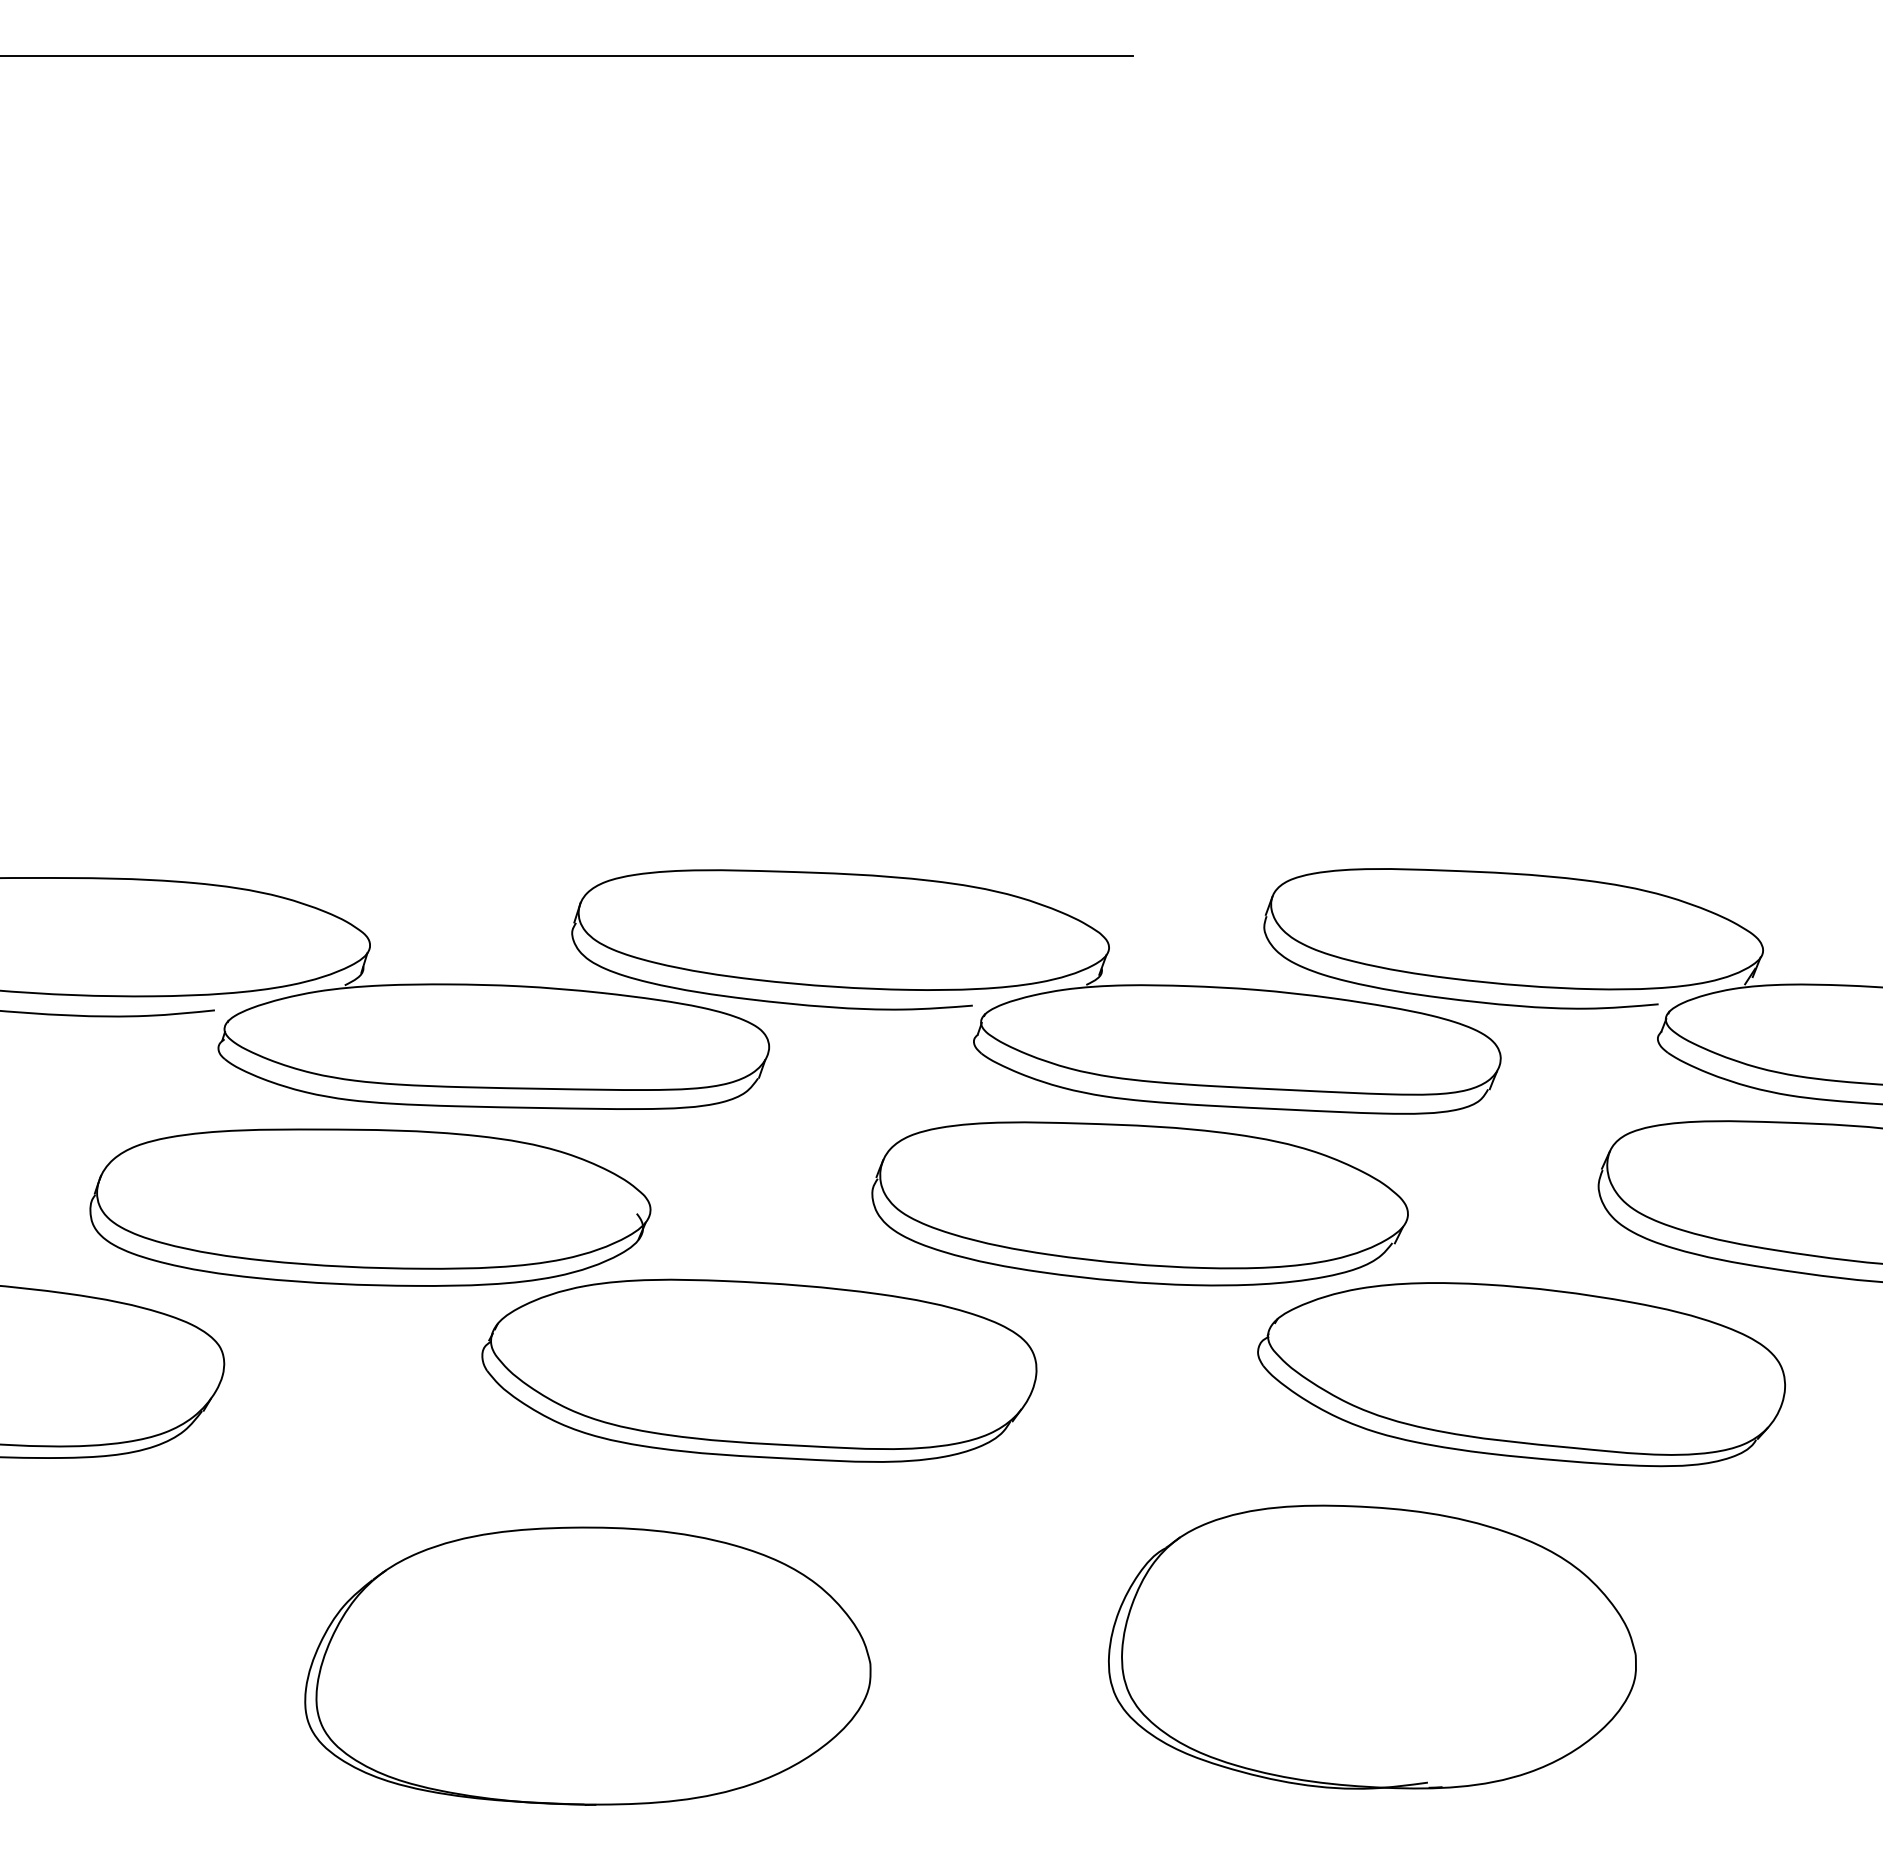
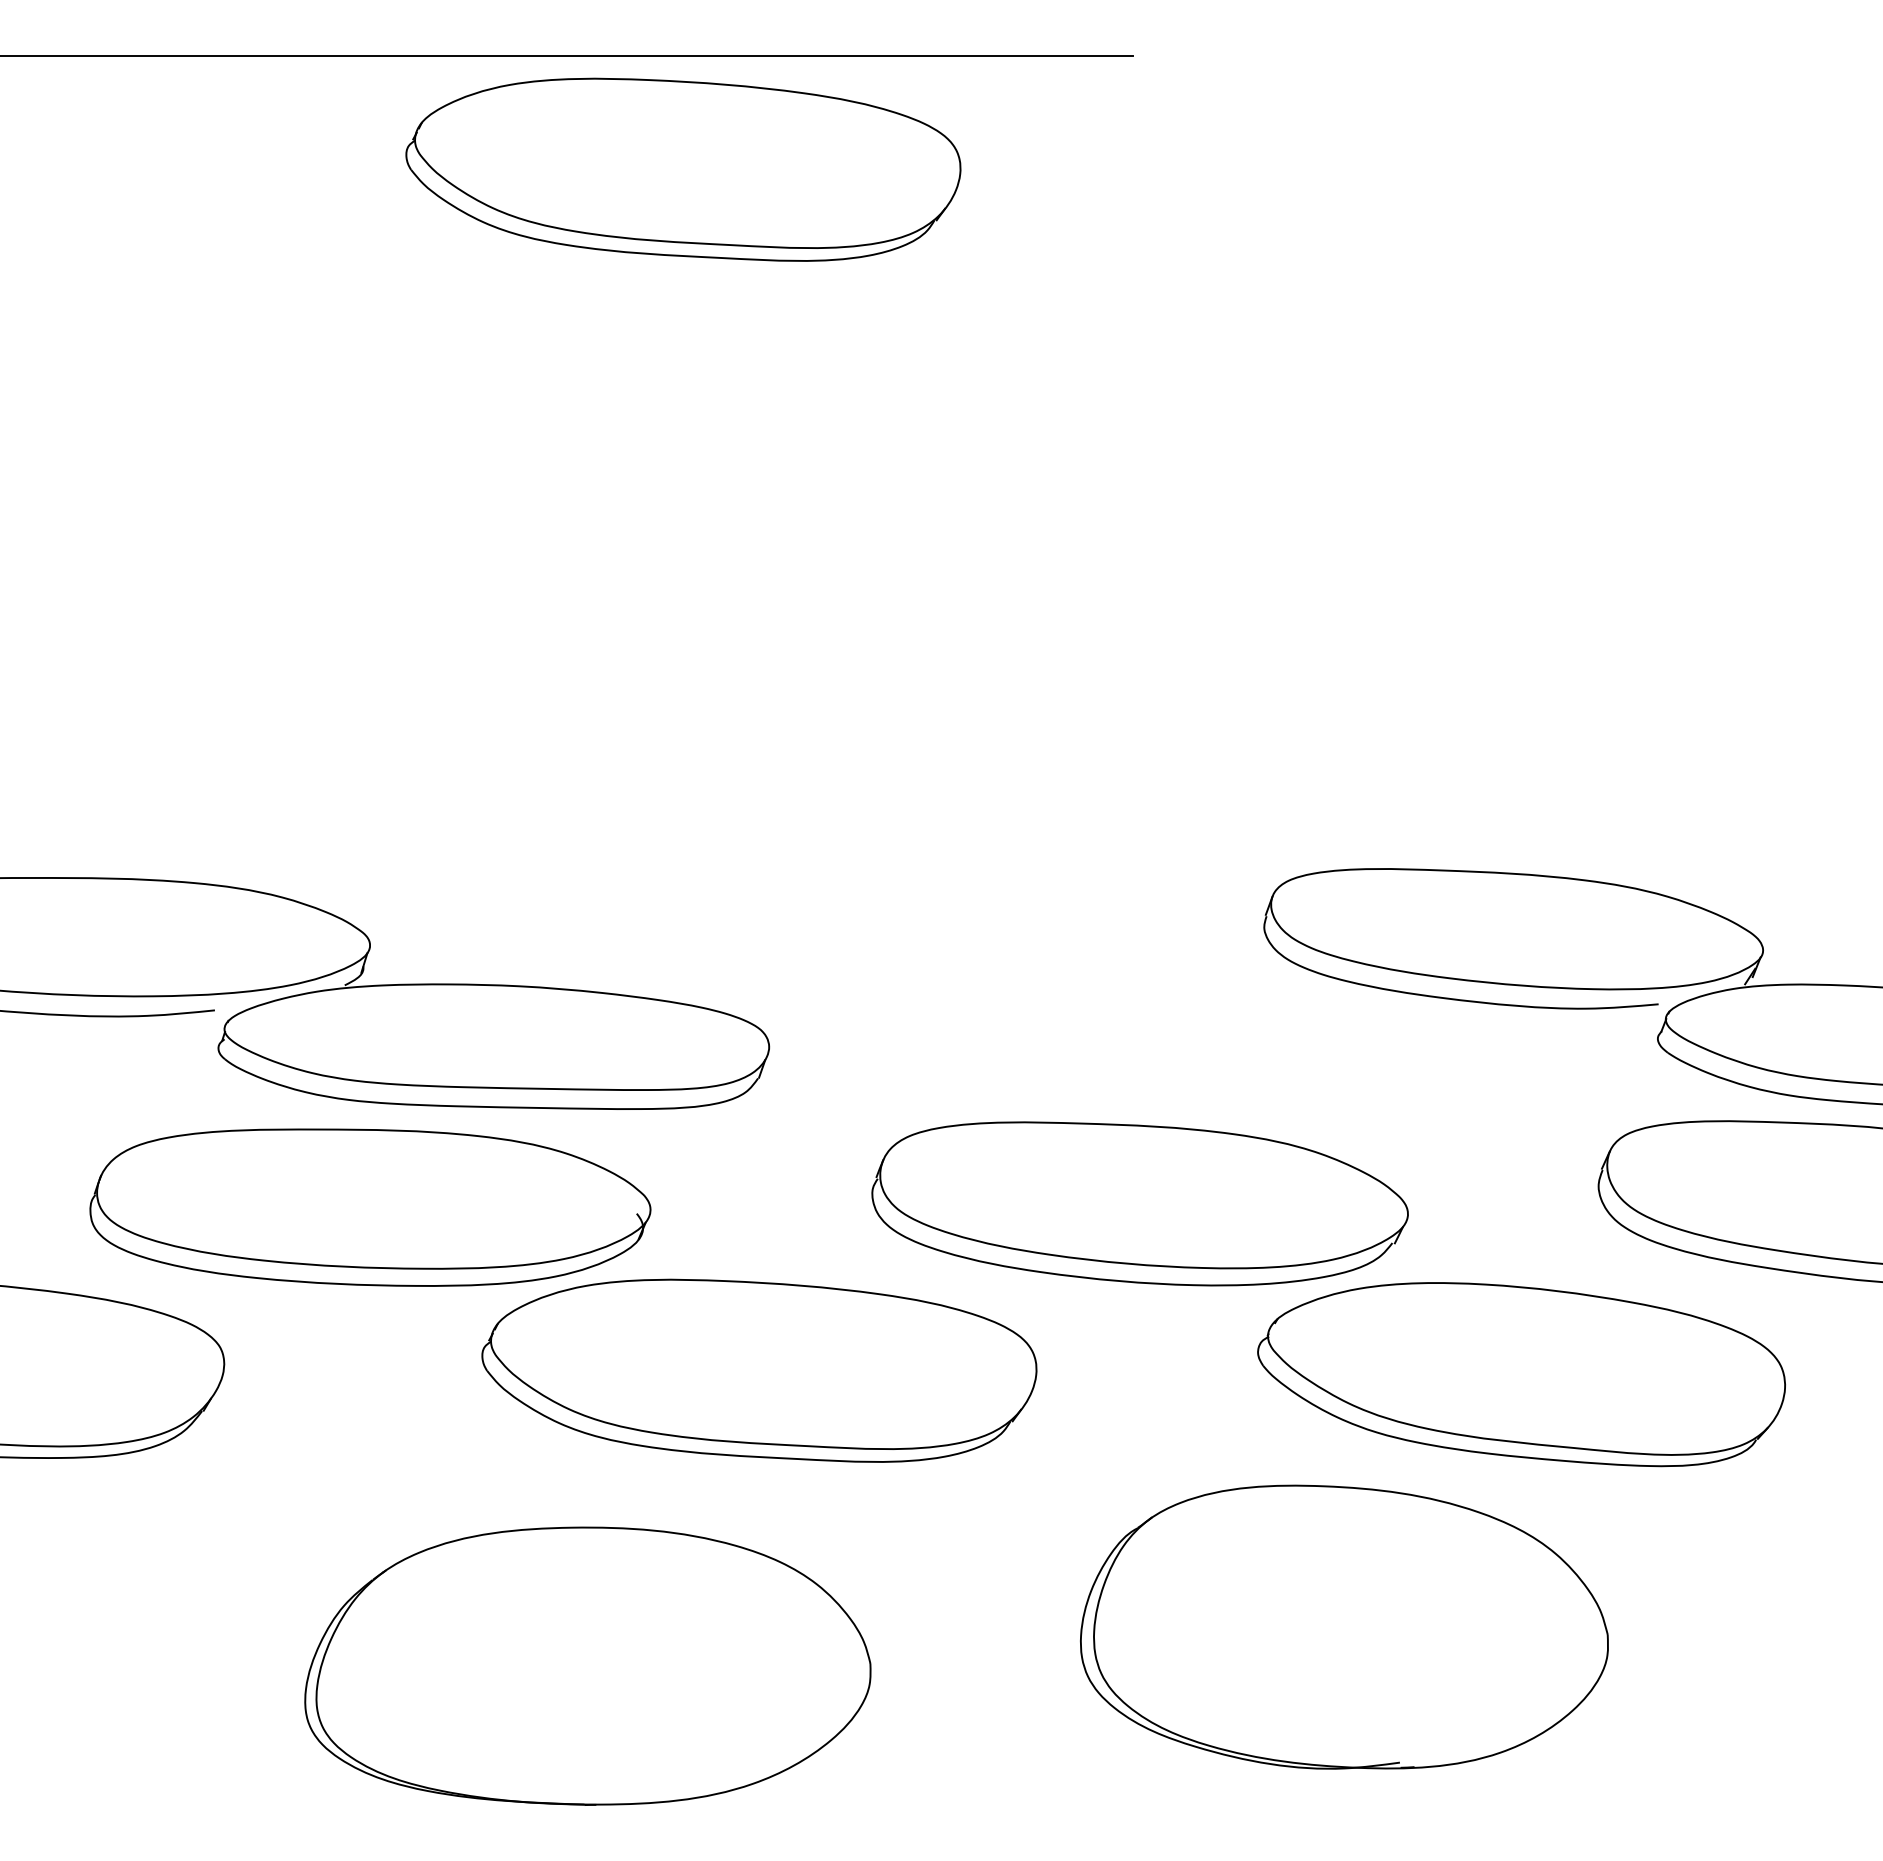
part at (683, 169): none -> present
part at (1036, 991): present -> none
part at (1372, 1646) position: (1372, 1646) -> (1344, 1626)
